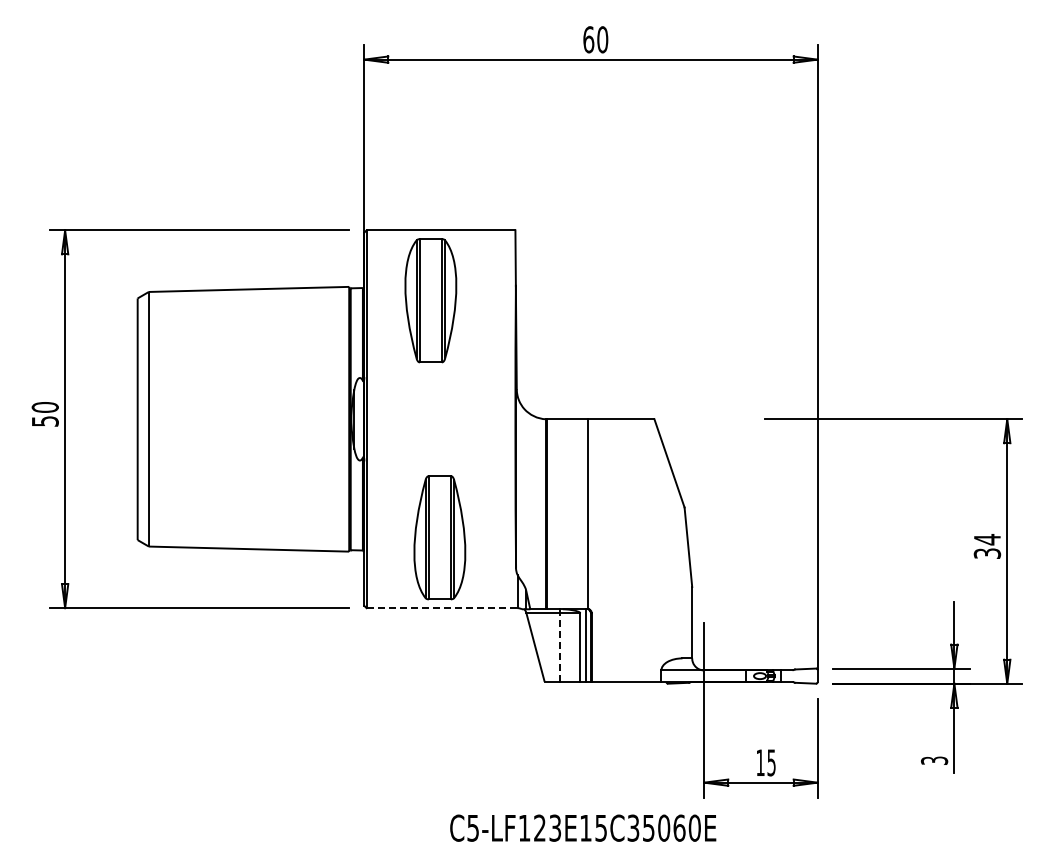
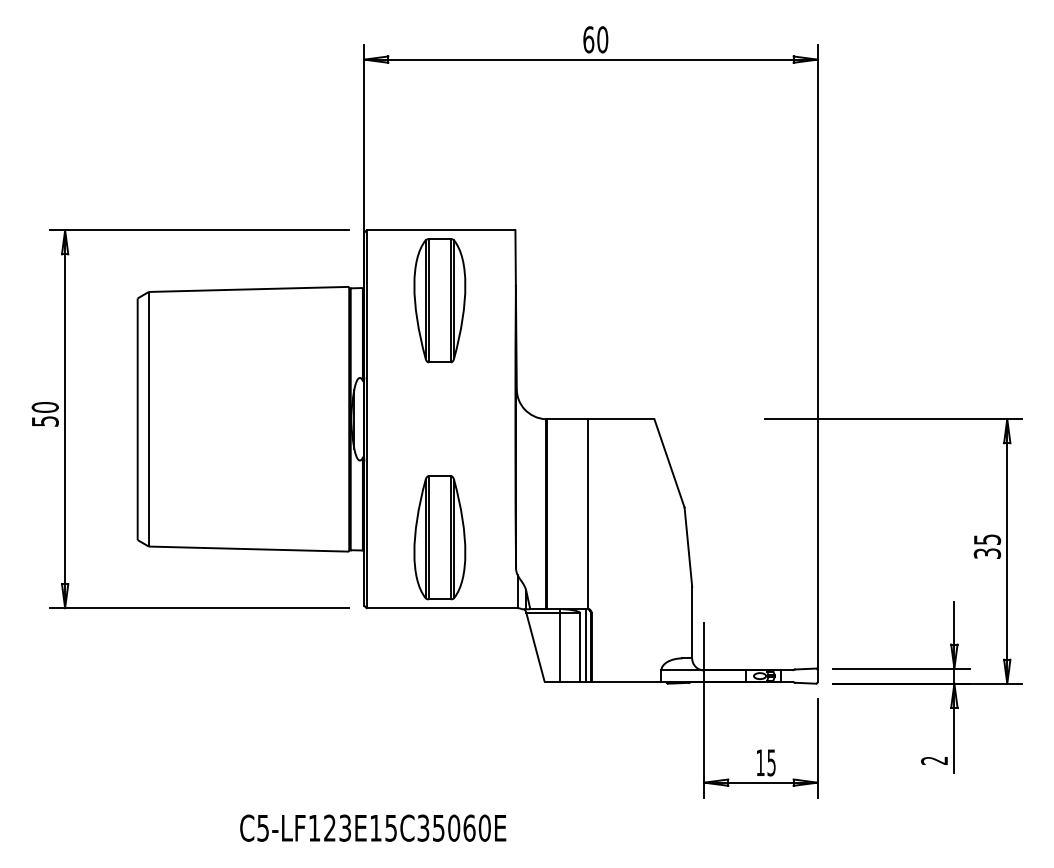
part at (430, 300) position: (430, 300) -> (439, 300)
text at (987, 539): 34 -> 35
line at (442, 608): dashed -> solid
line at (560, 646): dashed -> solid
text at (934, 760): 3 -> 2
text at (583, 827) position: (583, 827) -> (373, 827)
